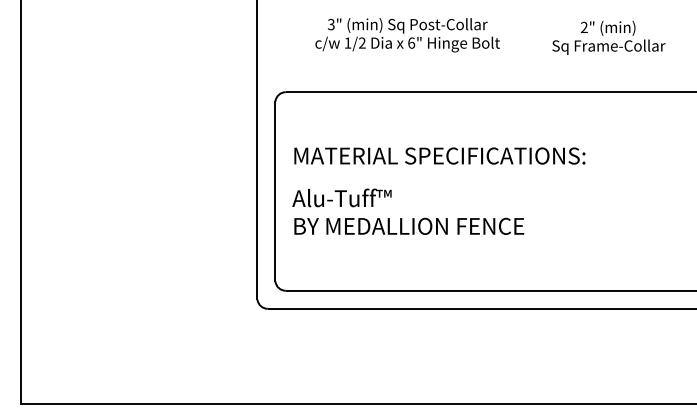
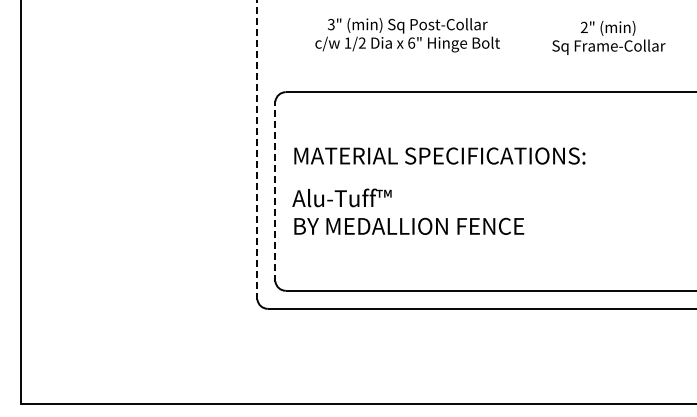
line at (257, 149): solid -> dashed
line at (275, 190): solid -> dashed
